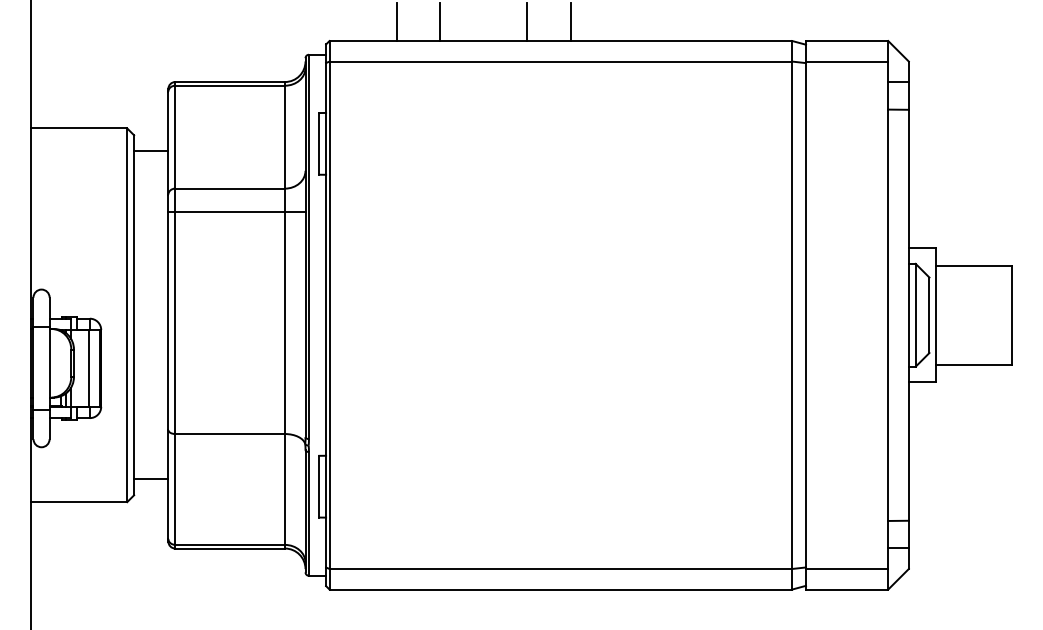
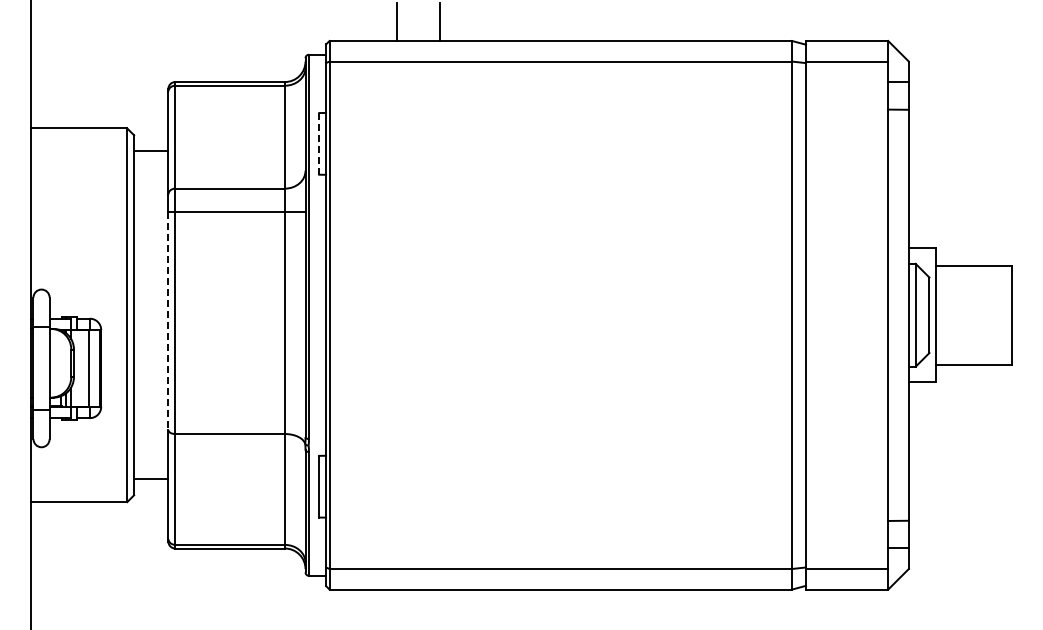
line at (527, 22): present -> none
line at (570, 22): present -> none
line at (319, 143): solid -> dashed
line at (168, 321): solid -> dashed
